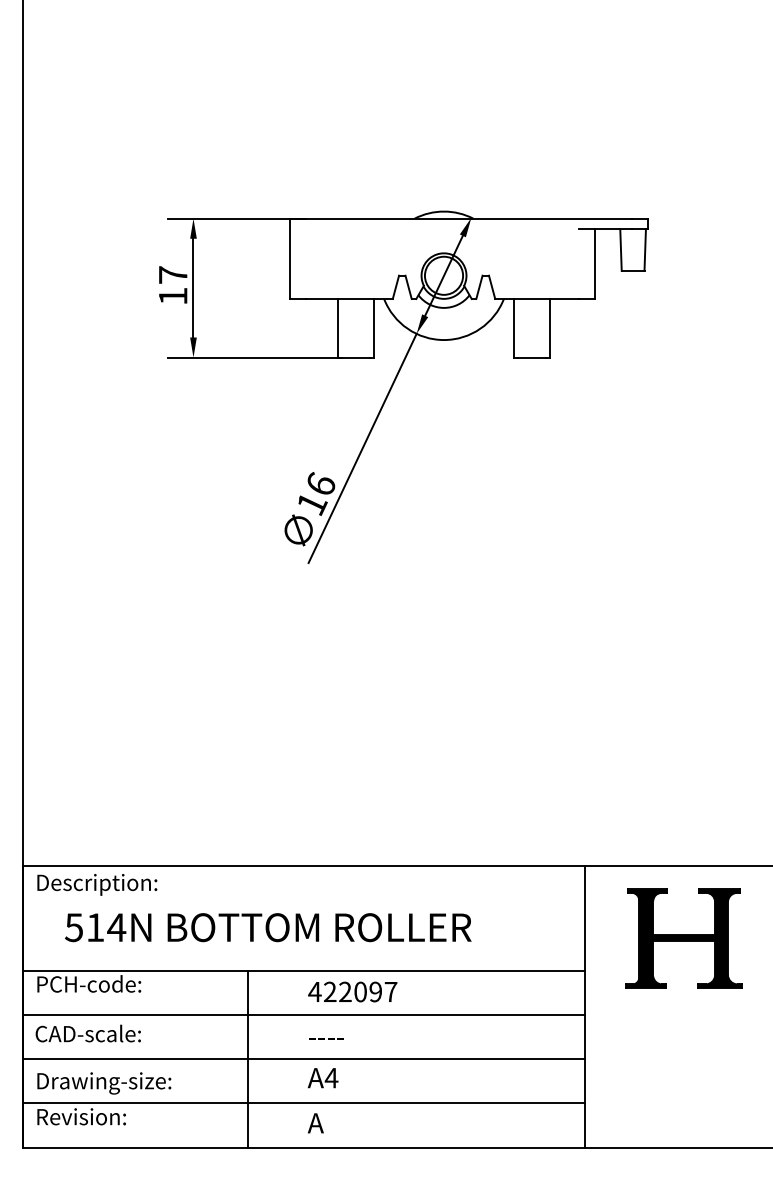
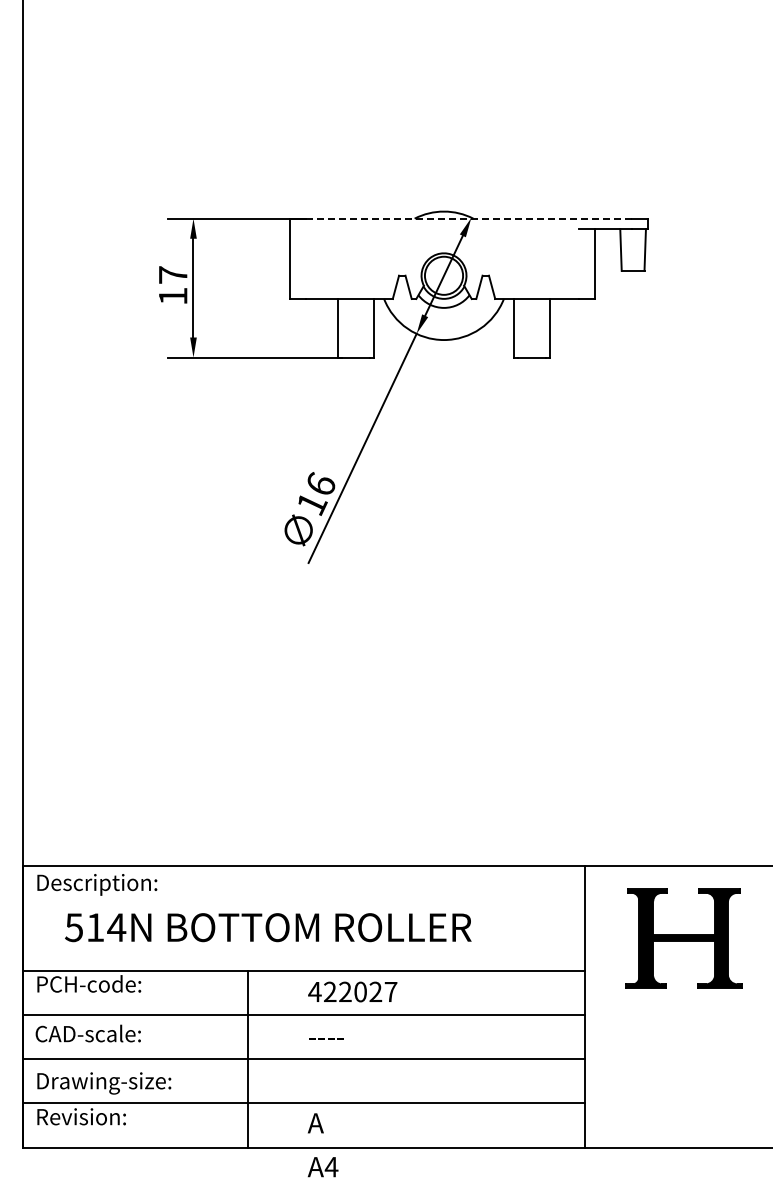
line at (468, 218): solid -> dashed
text at (375, 992): 422097 -> 422027
text at (322, 1078) position: (322, 1078) -> (322, 1167)
